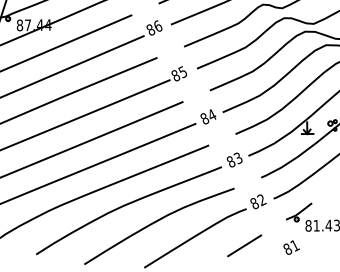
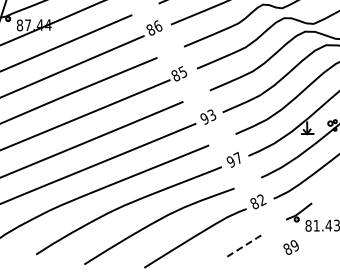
text at (208, 116): 84 -> 93
text at (234, 159): 83 -> 97
line at (245, 245): solid -> dashed
text at (294, 245): 81 -> 89
